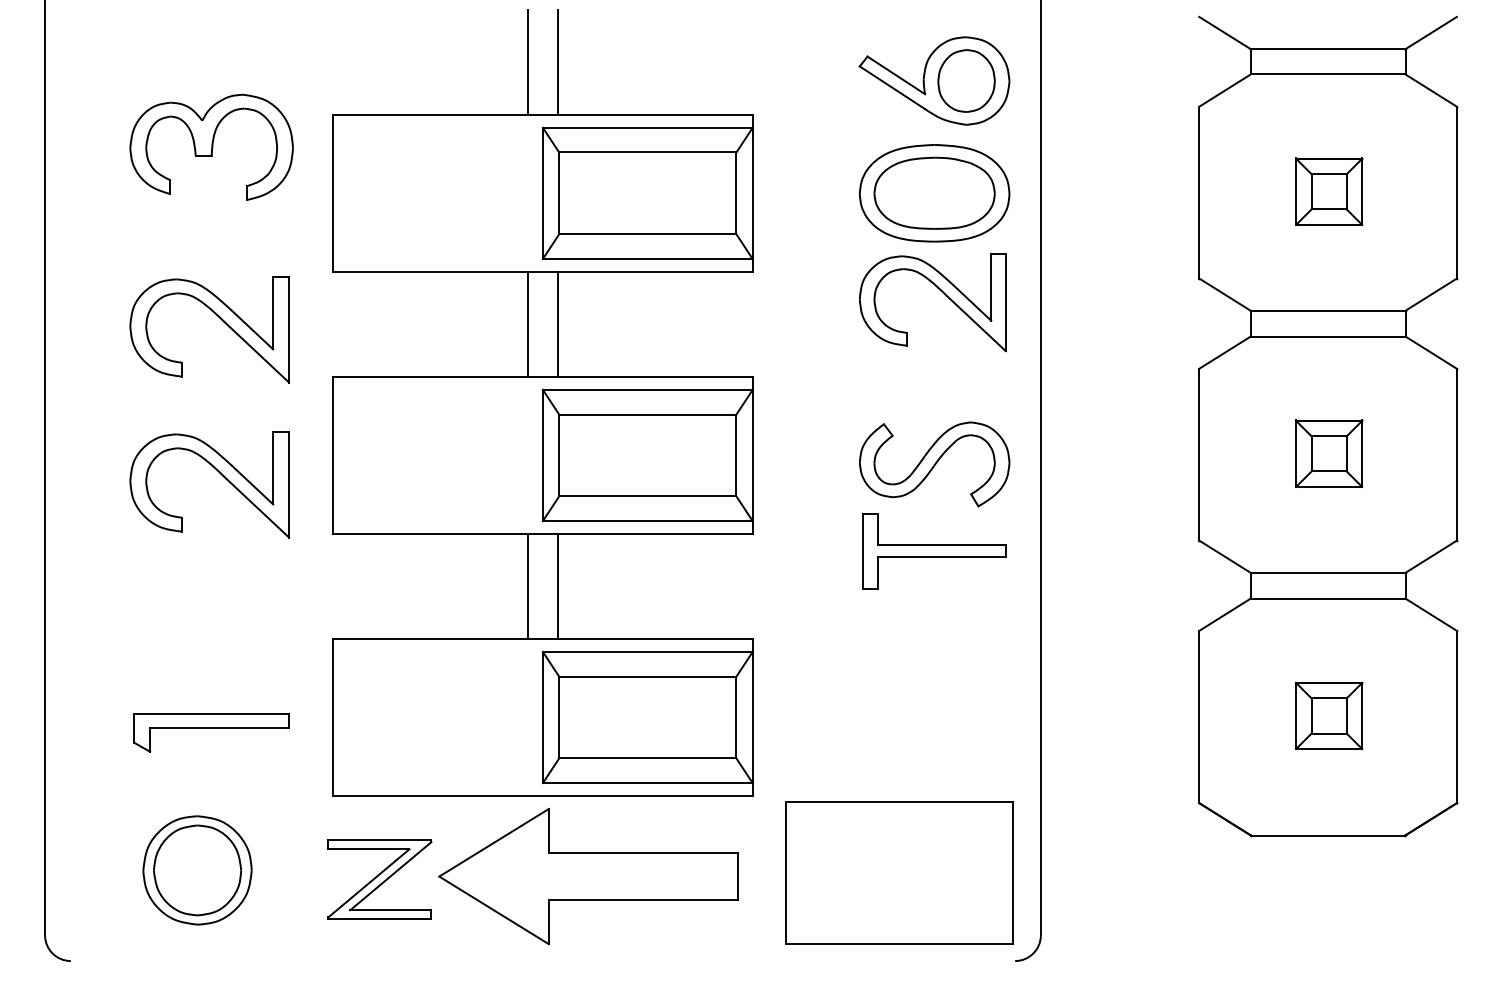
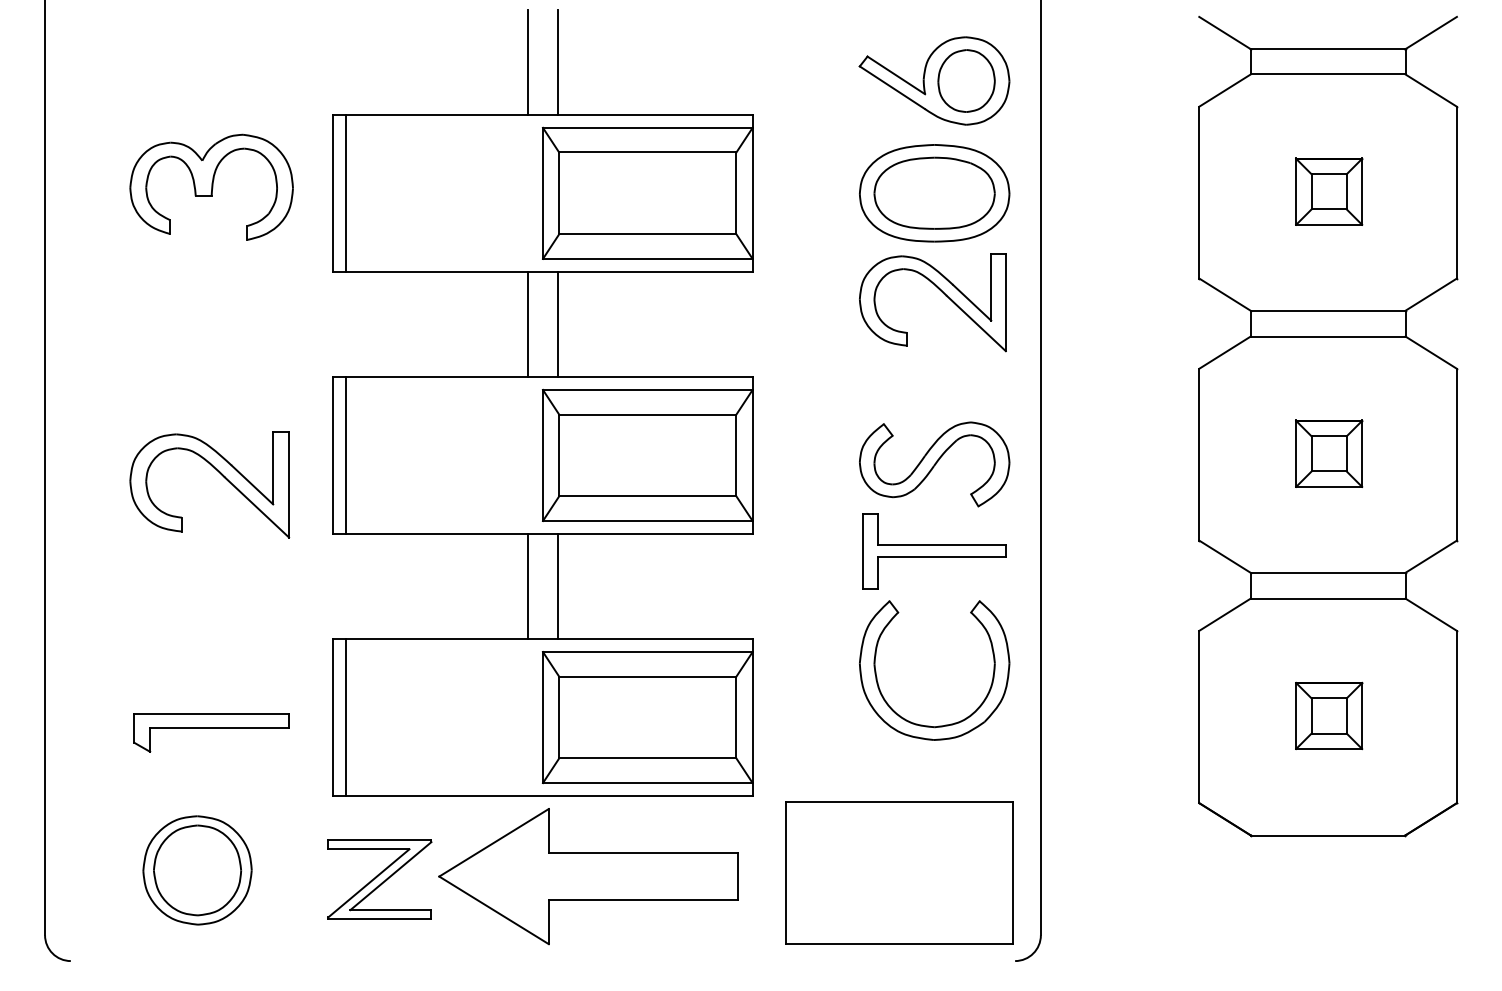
part at (211, 146) position: (211, 146) -> (211, 186)
line at (346, 192): none -> present
part at (219, 318): present -> none
line at (346, 454): none -> present
line at (346, 716): none -> present
part at (945, 724): none -> present
